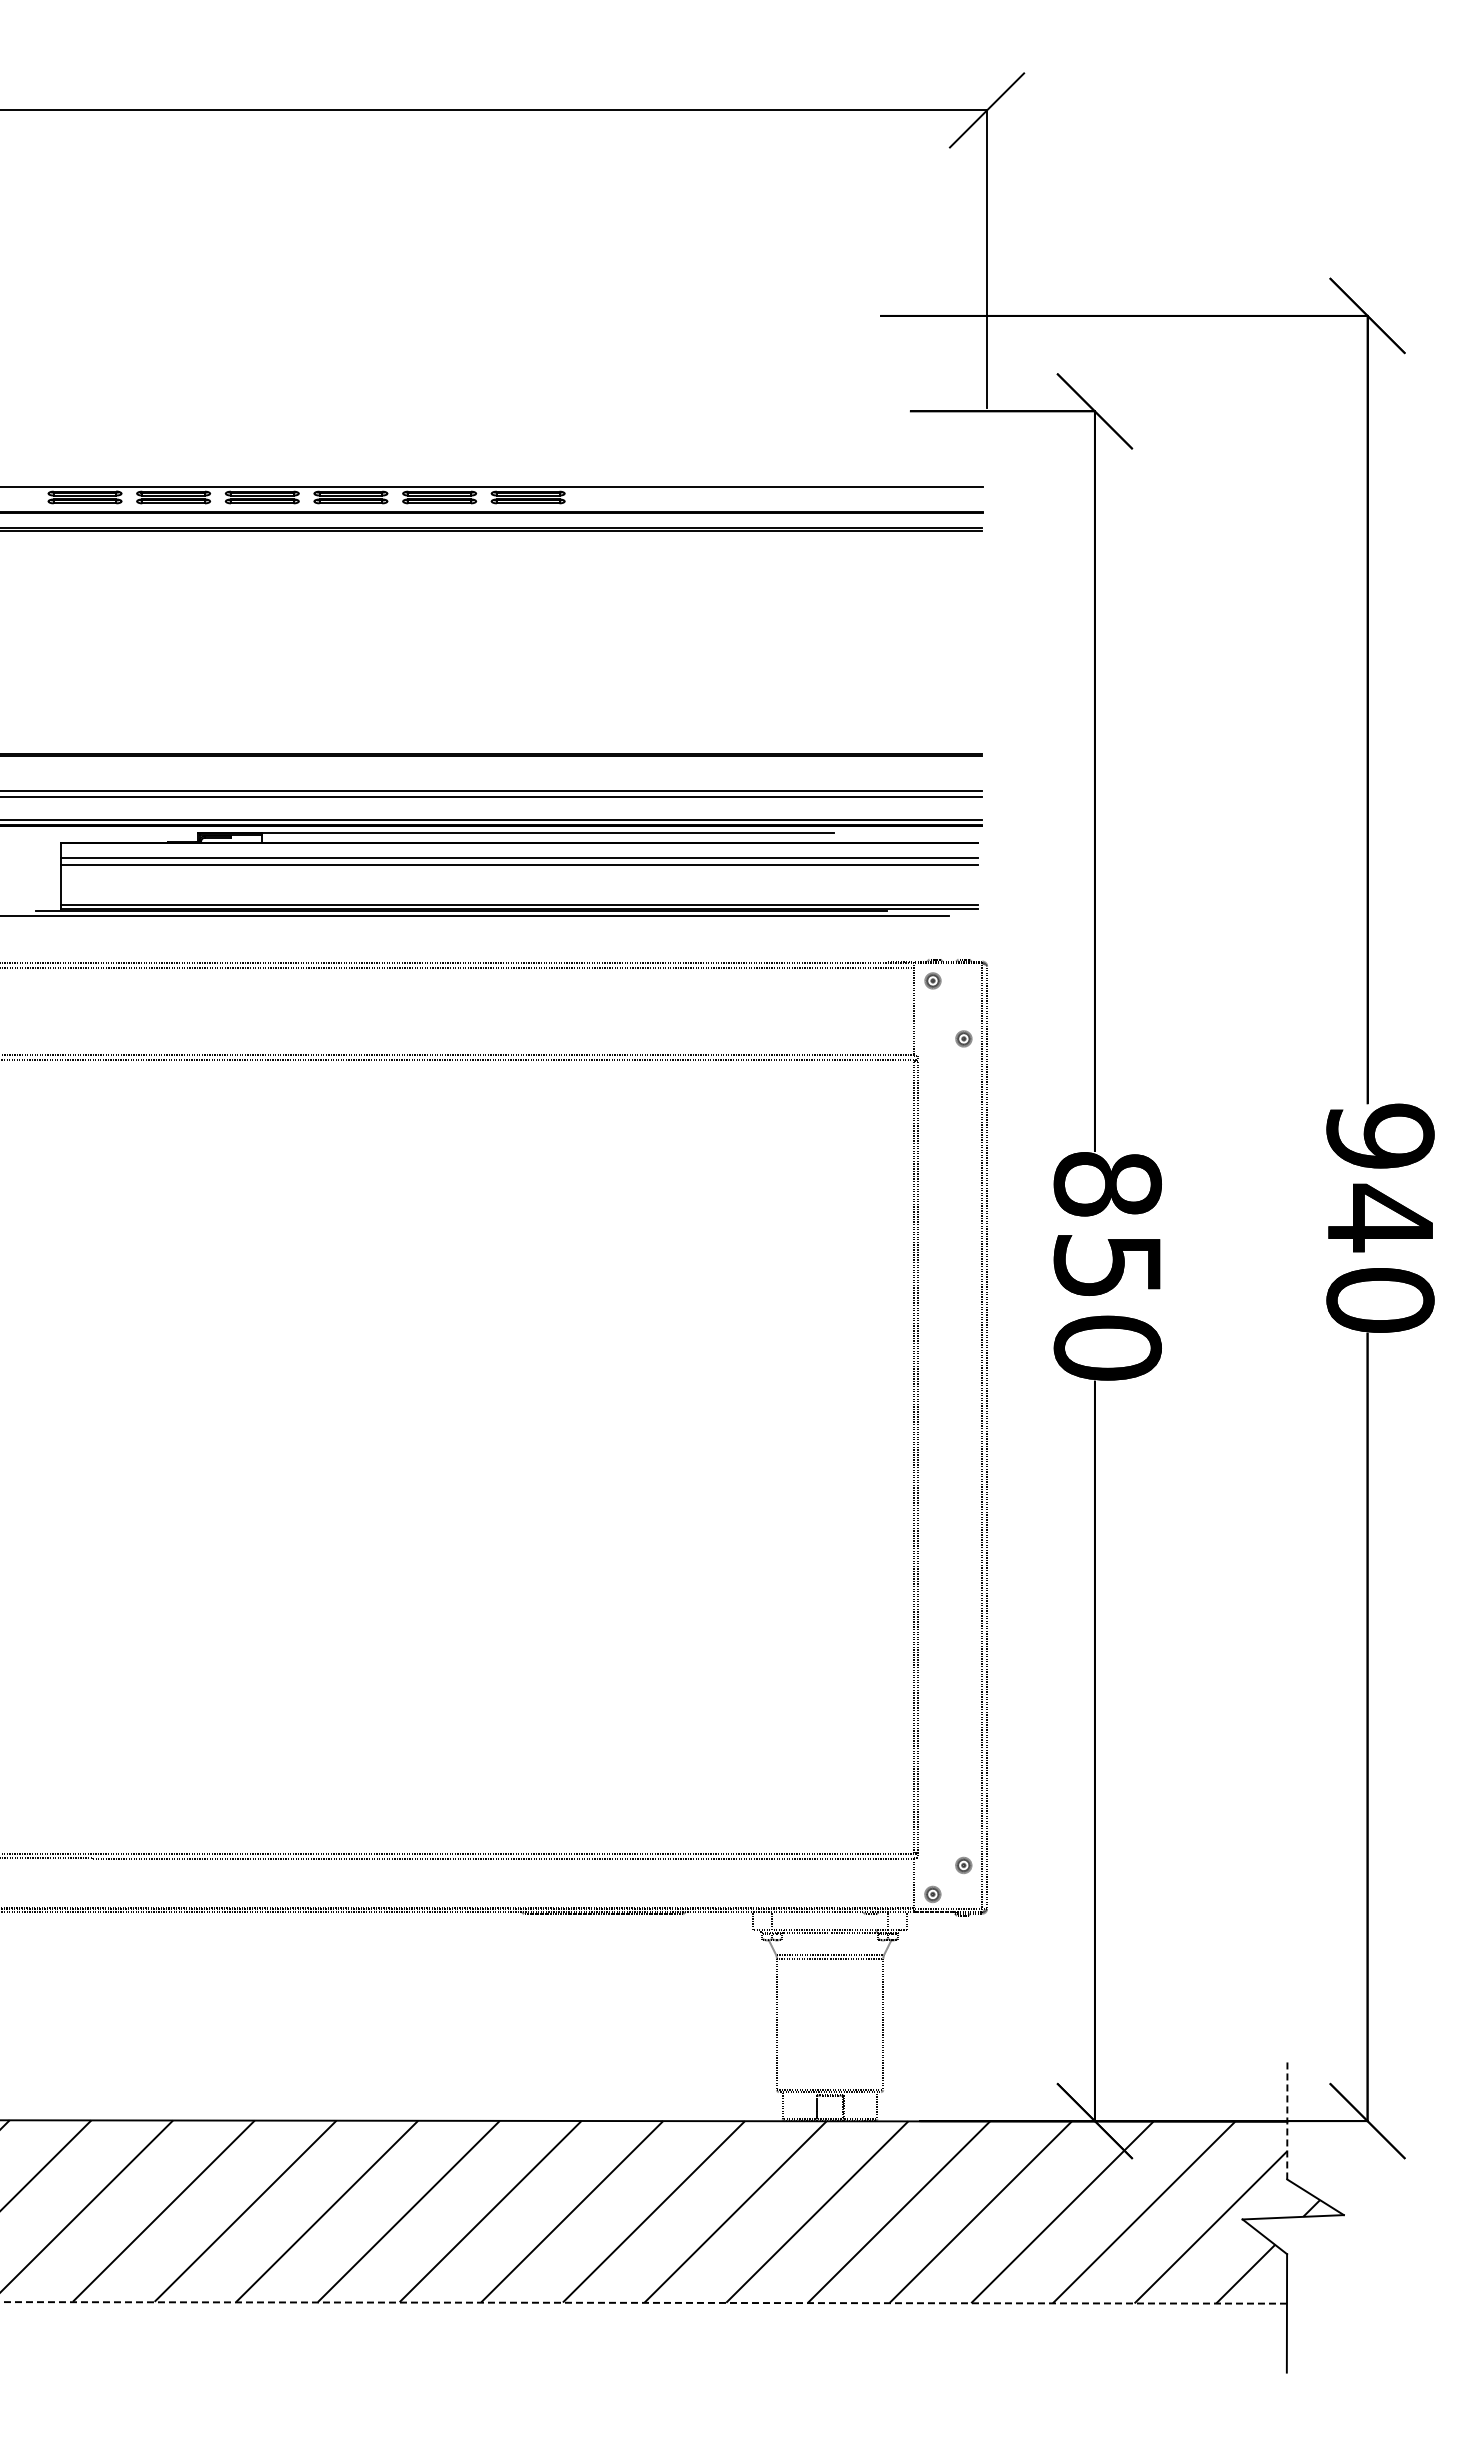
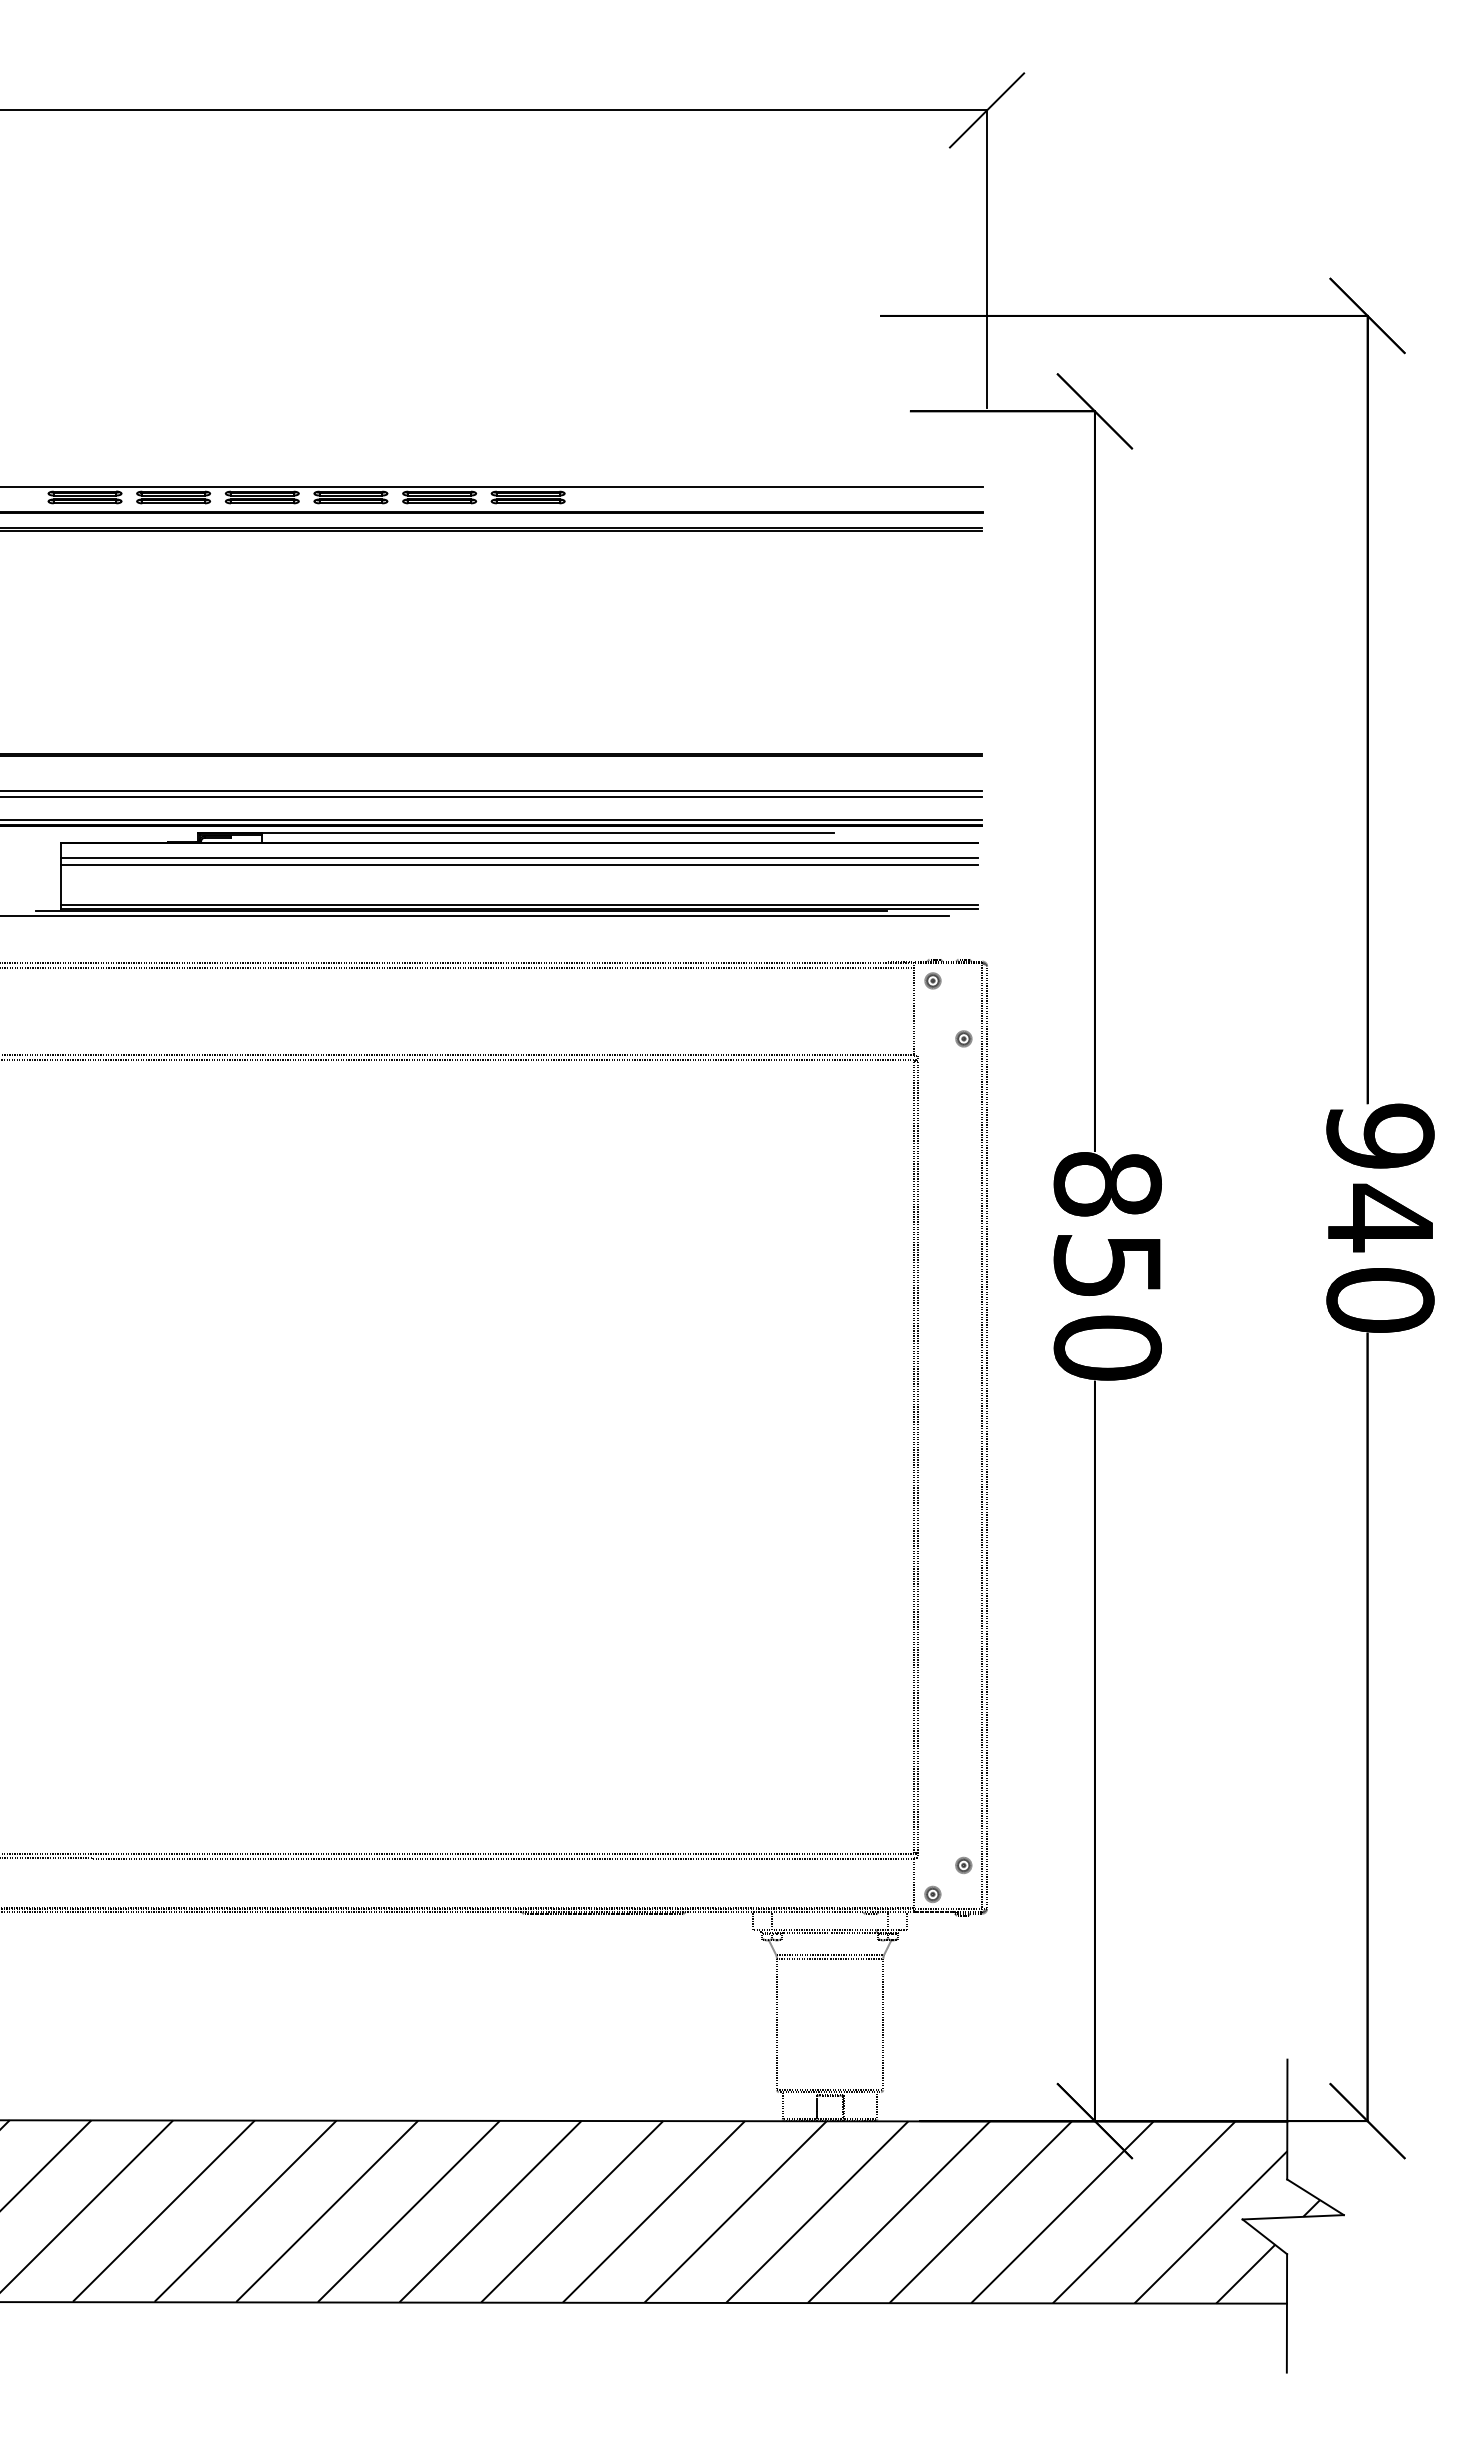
line at (1287, 2119): dashed -> solid
line at (642, 2302): dashed -> solid
